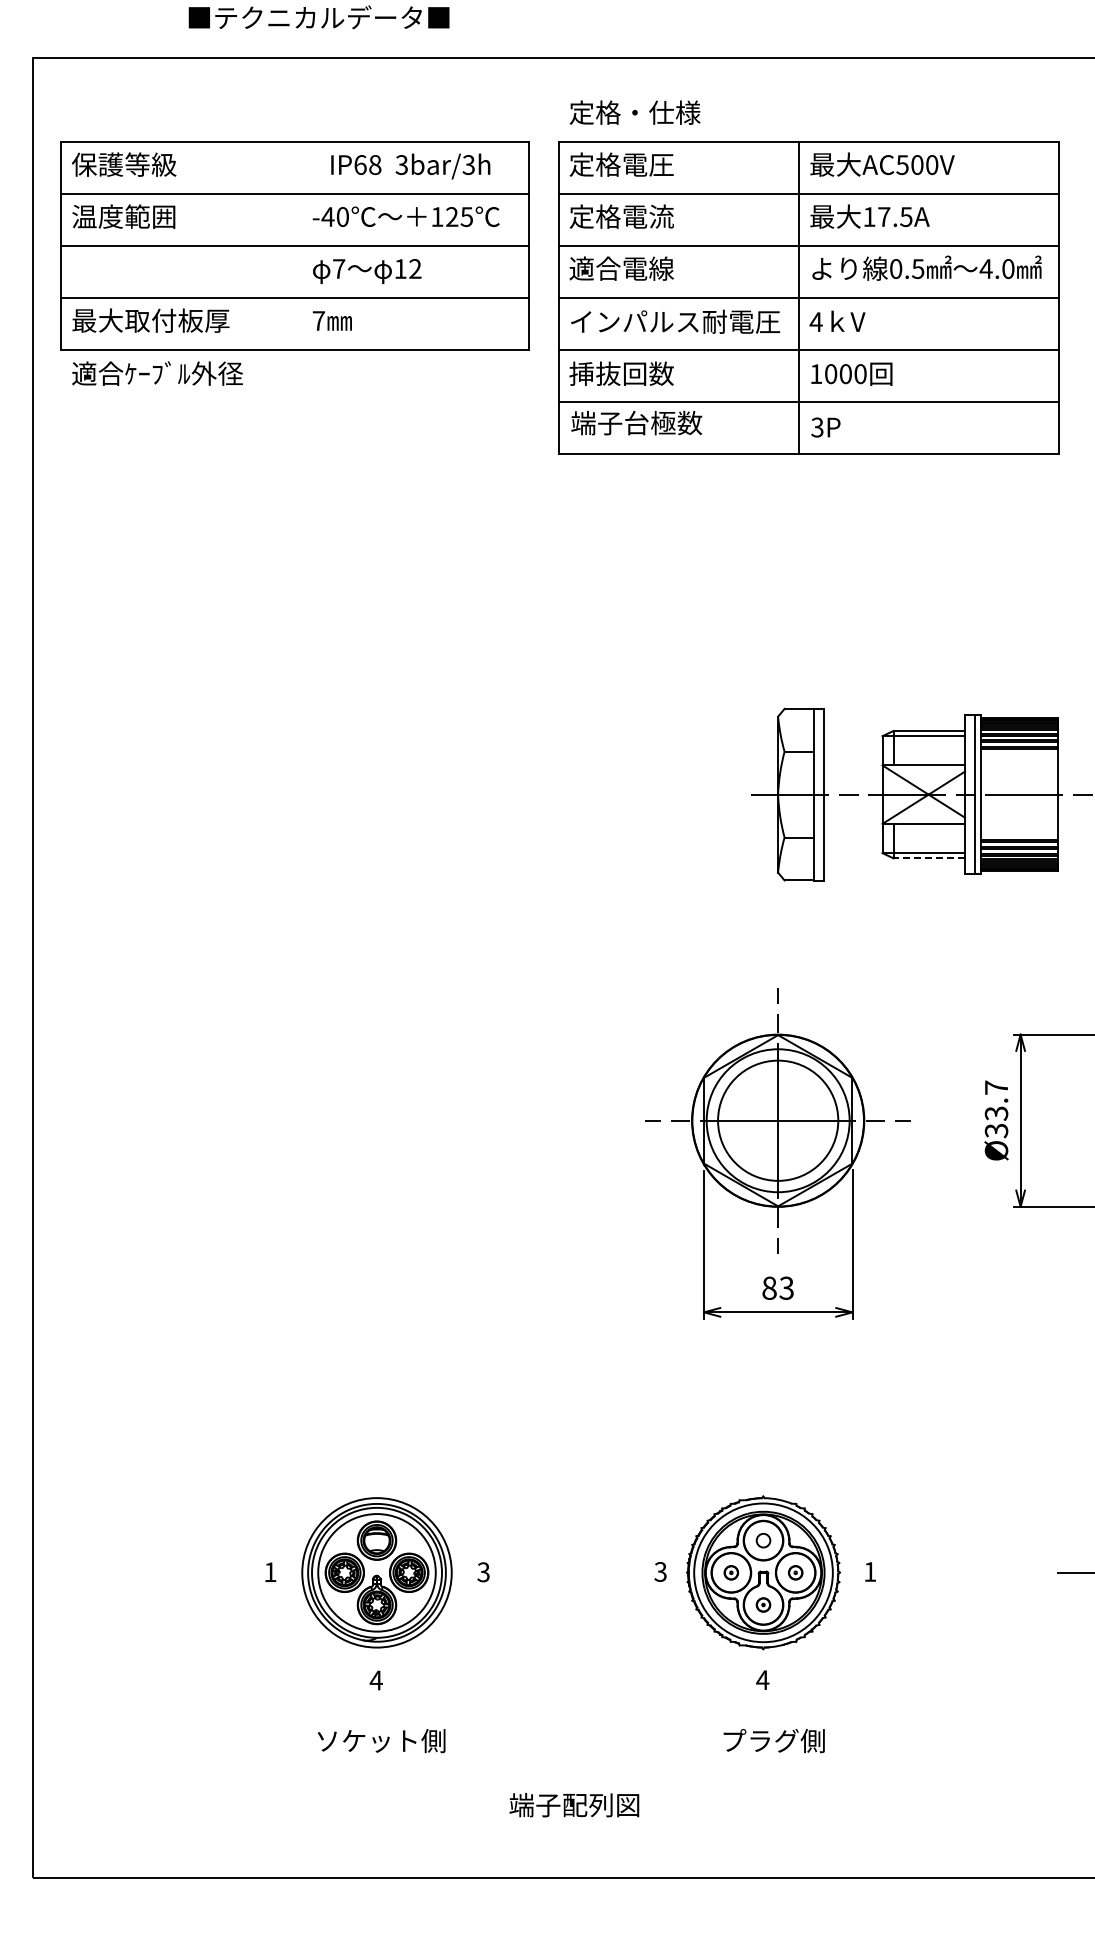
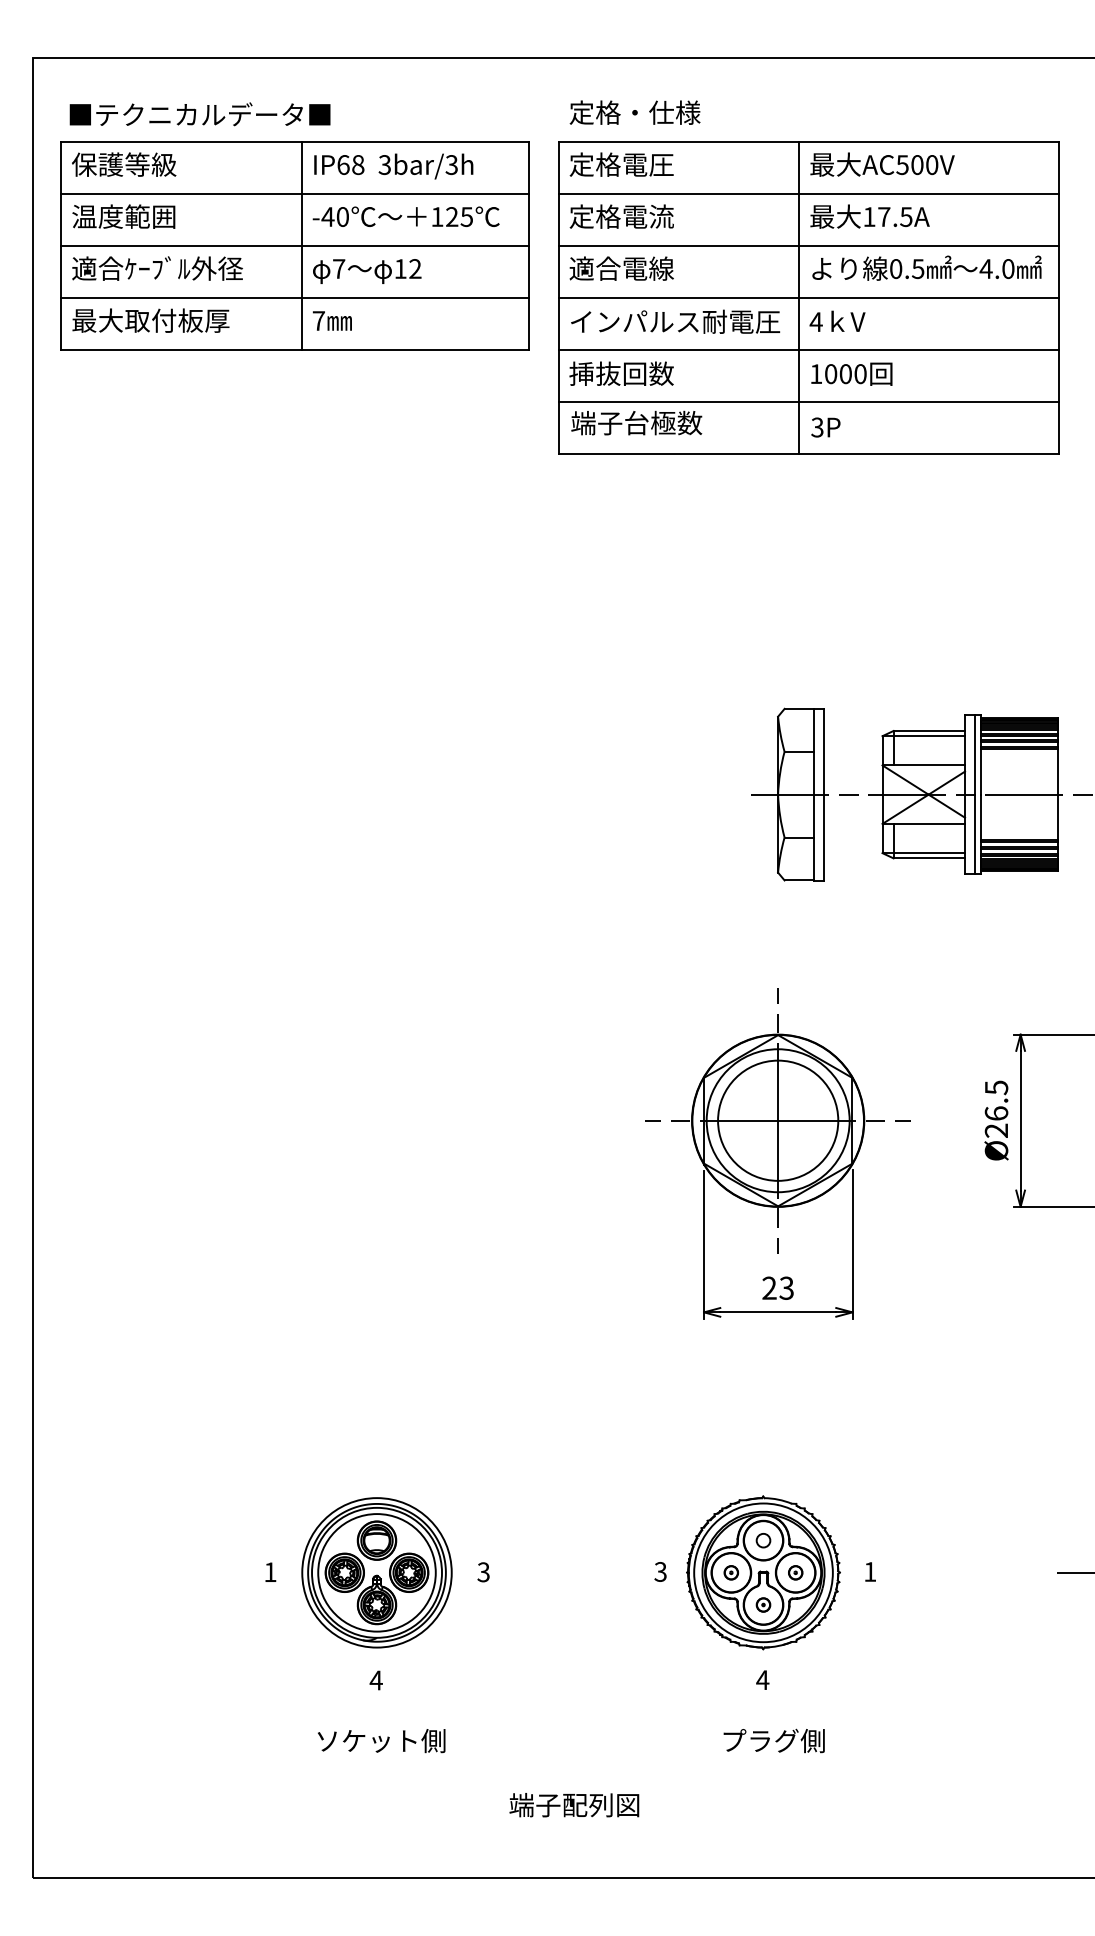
text at (318, 17) position: (318, 17) -> (199, 114)
text at (410, 166) position: (410, 166) -> (393, 166)
line at (301, 246): none -> present
text at (157, 373) position: (157, 373) -> (157, 268)
line at (929, 858): dashed -> solid
text at (996, 1109): Ø33.7 -> Ø26.5
text at (769, 1287): 83 -> 23
